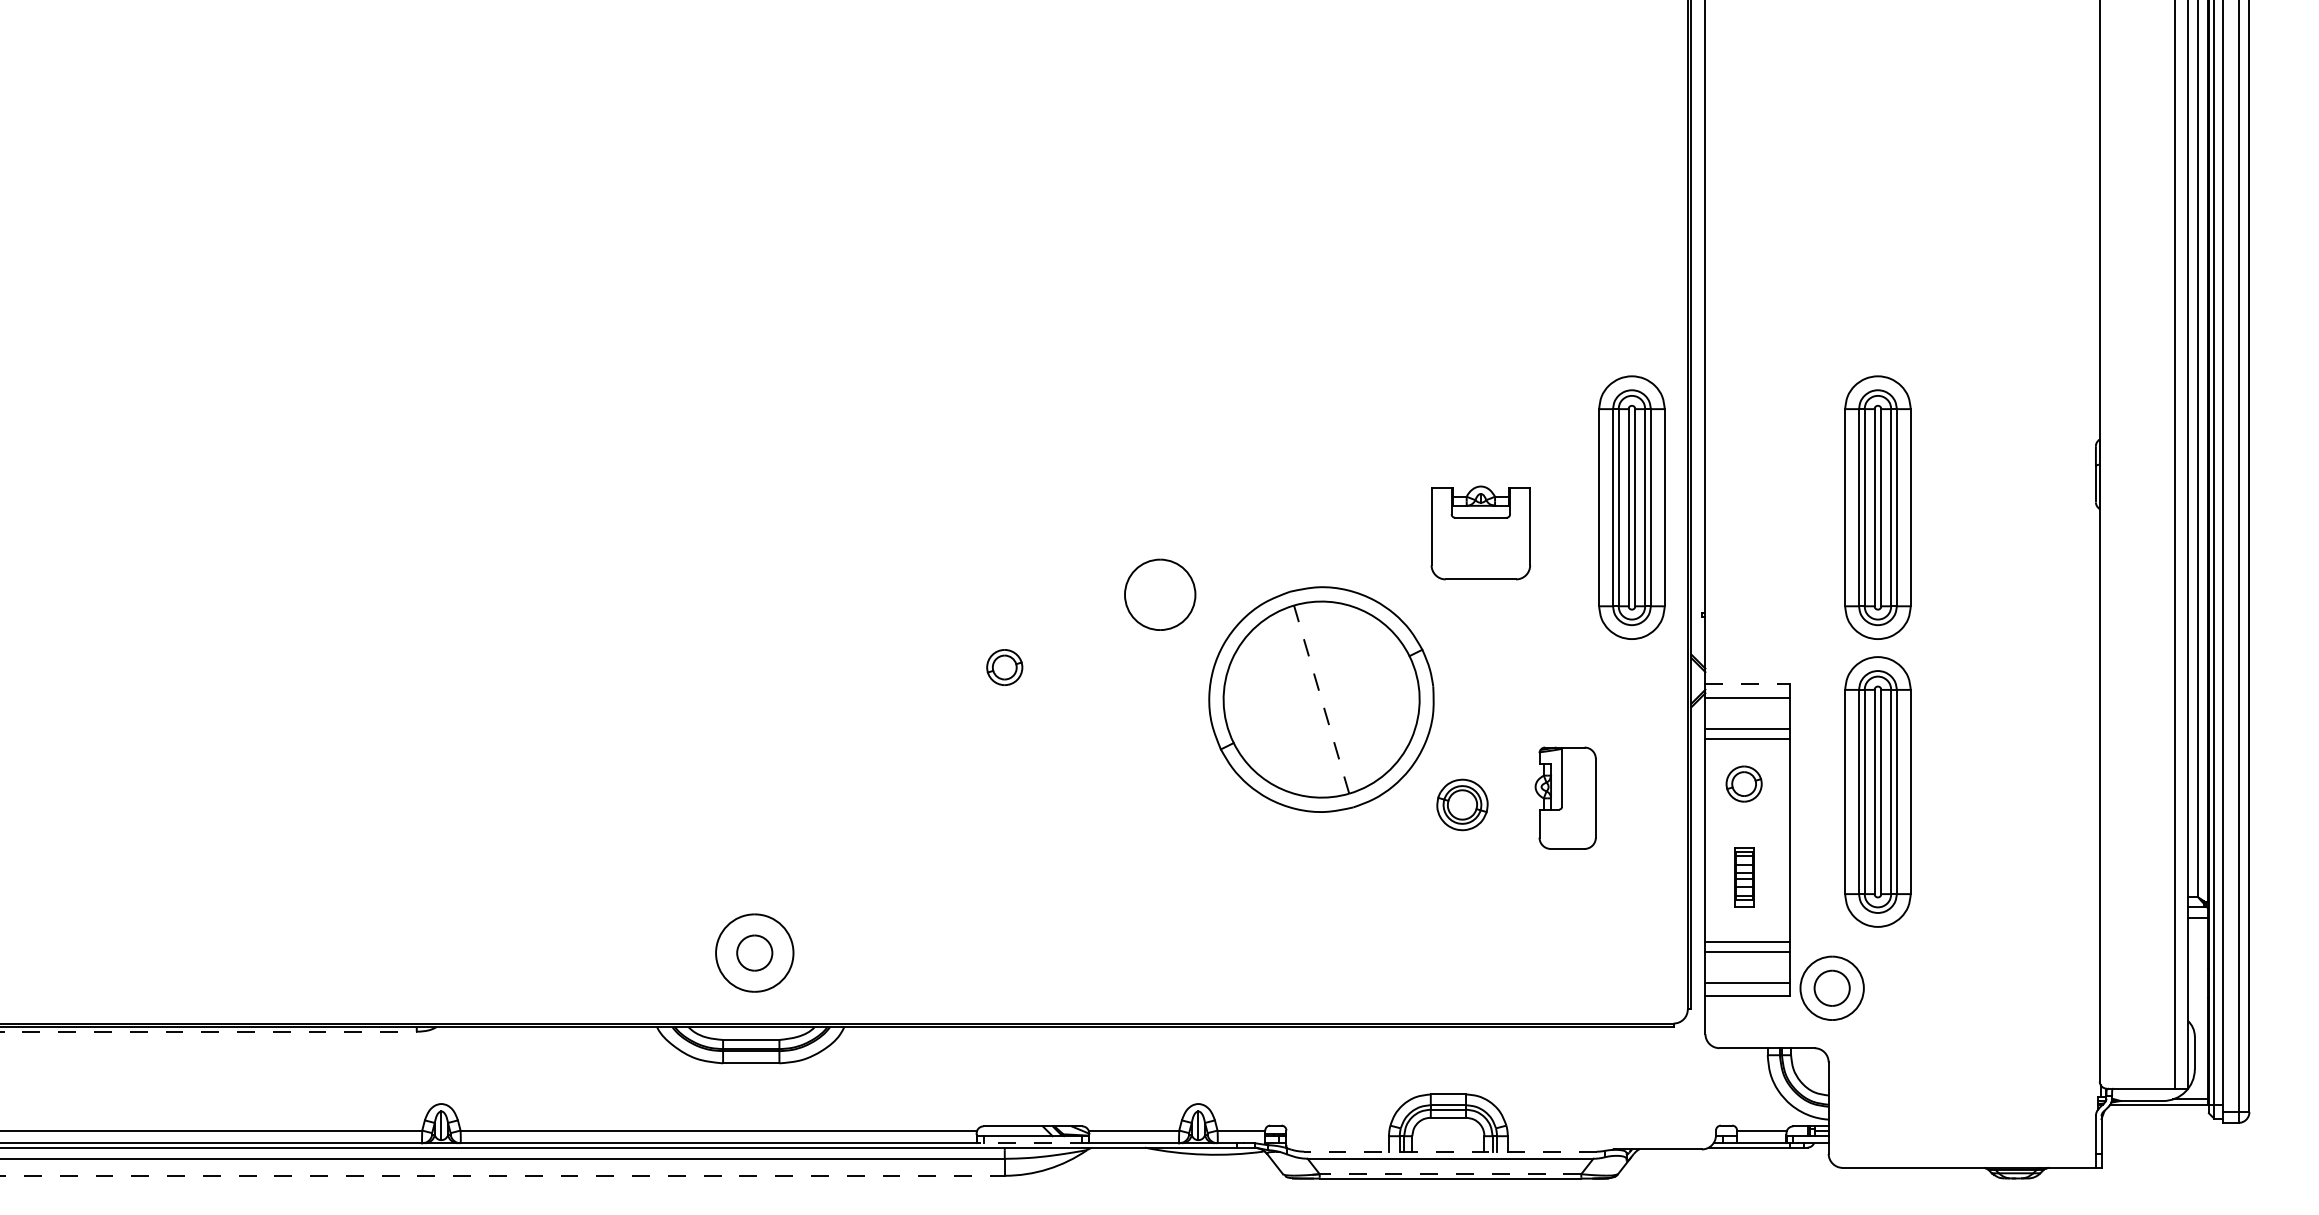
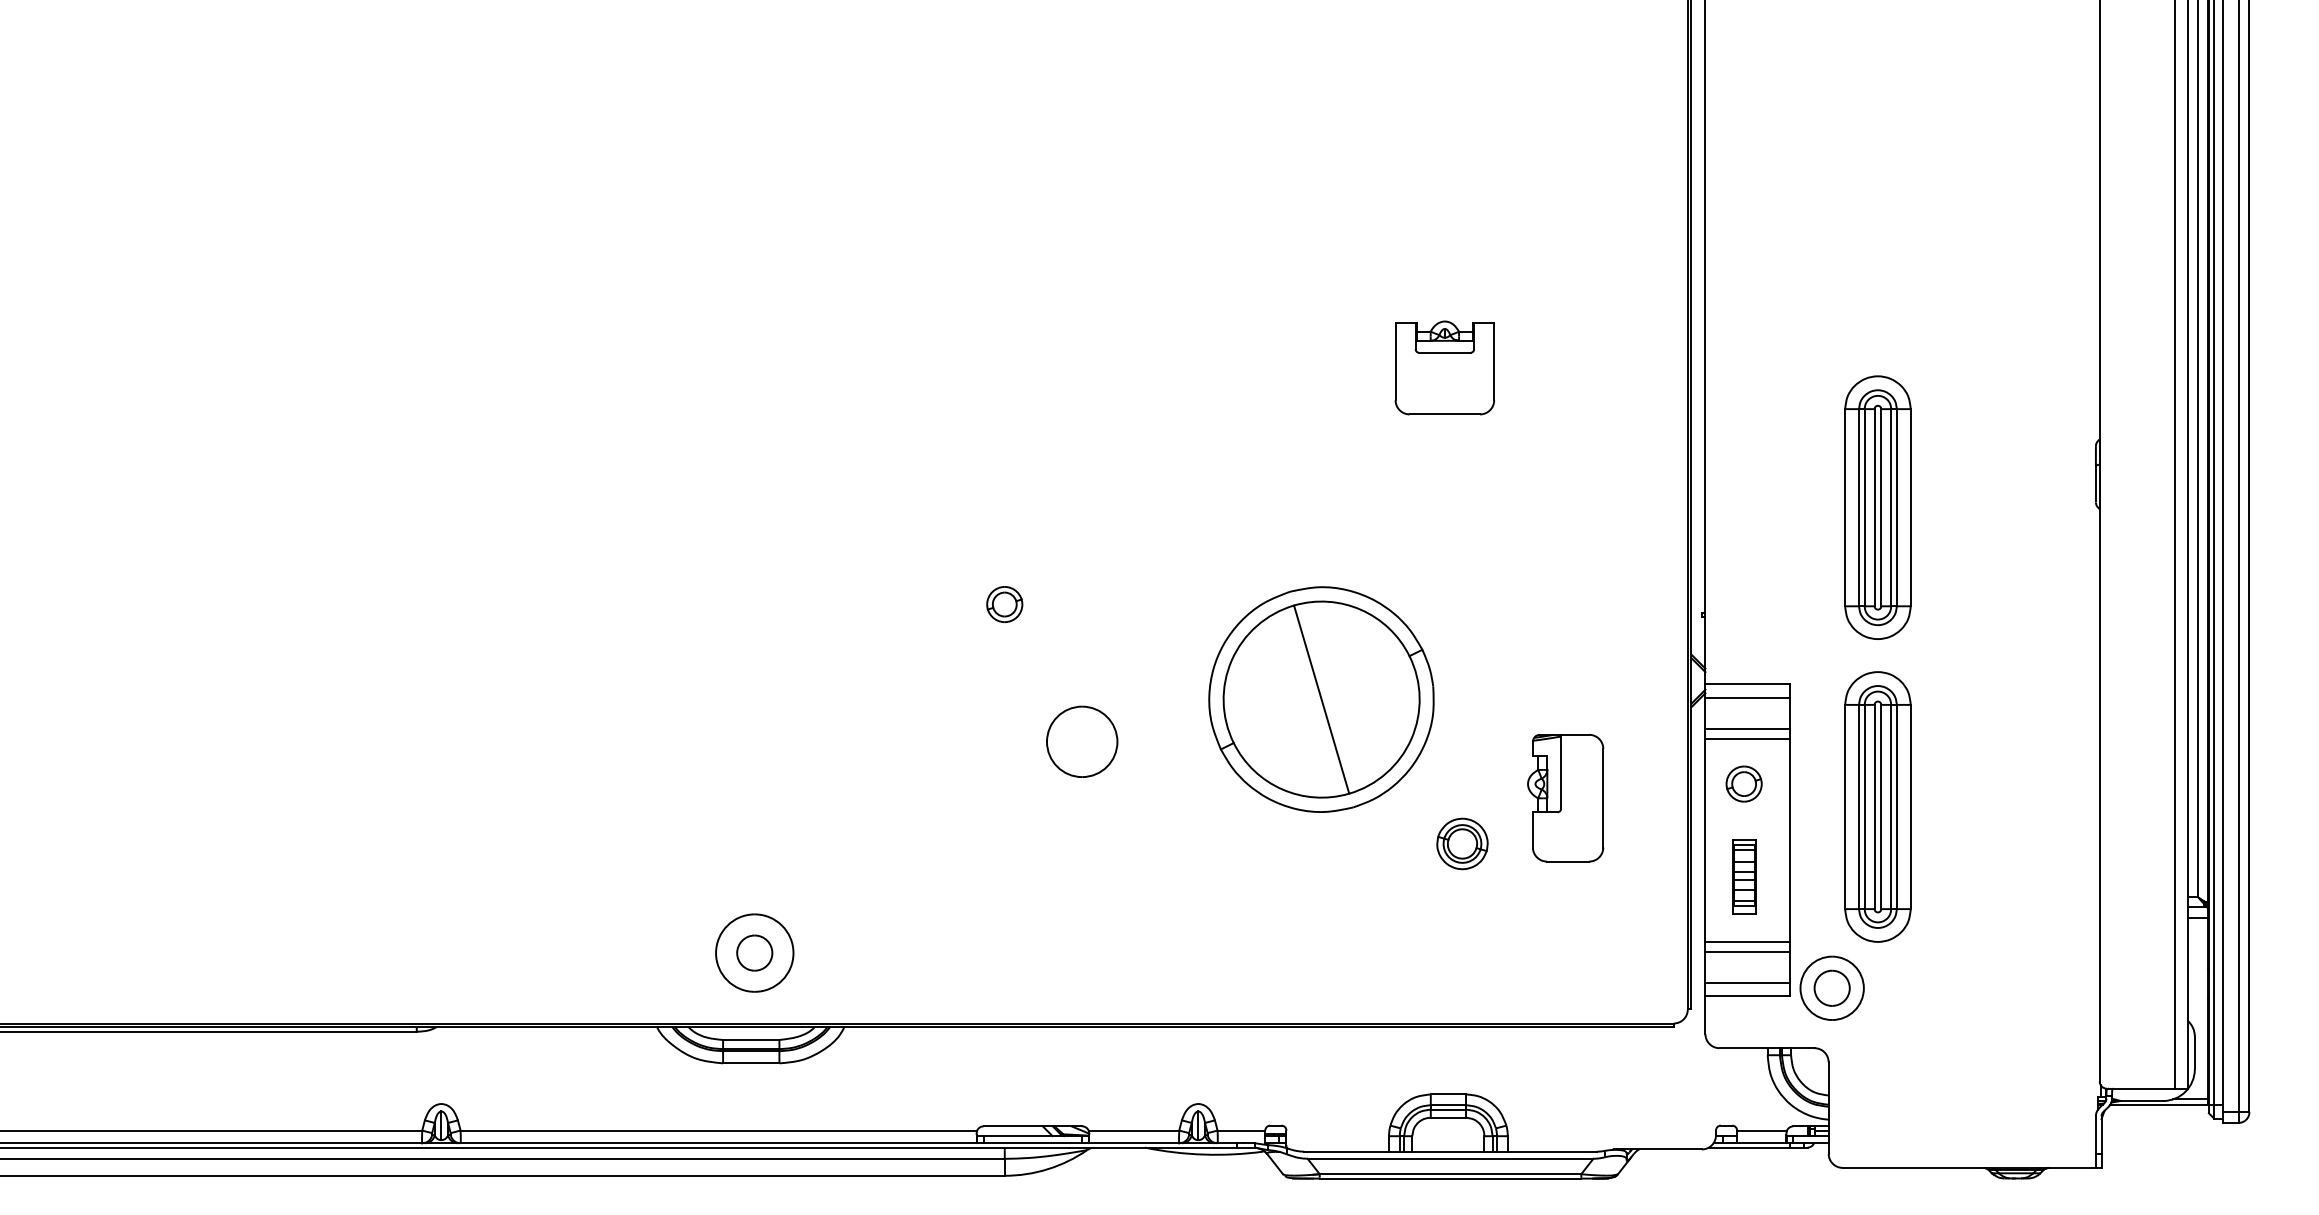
part at (1631, 507): present -> none
part at (1480, 532) position: (1480, 532) -> (1444, 367)
part at (1160, 594) position: (1160, 594) -> (1082, 741)
part at (1004, 667) position: (1004, 667) -> (1004, 604)
line at (1748, 684): dashed -> solid
line at (1321, 699): dashed -> solid
part at (1877, 791) position: (1877, 791) -> (1877, 806)
part at (1565, 797) size: 63x104 px -> 78x129 px
part at (1462, 804) position: (1462, 804) -> (1462, 843)
part at (1744, 877) size: 21x61 px -> 25x76 px
line at (208, 1031): dashed -> solid
line at (1032, 1143): dashed -> solid
line at (1450, 1151): dashed -> solid
line at (1450, 1174): dashed -> solid
line at (502, 1175): dashed -> solid
